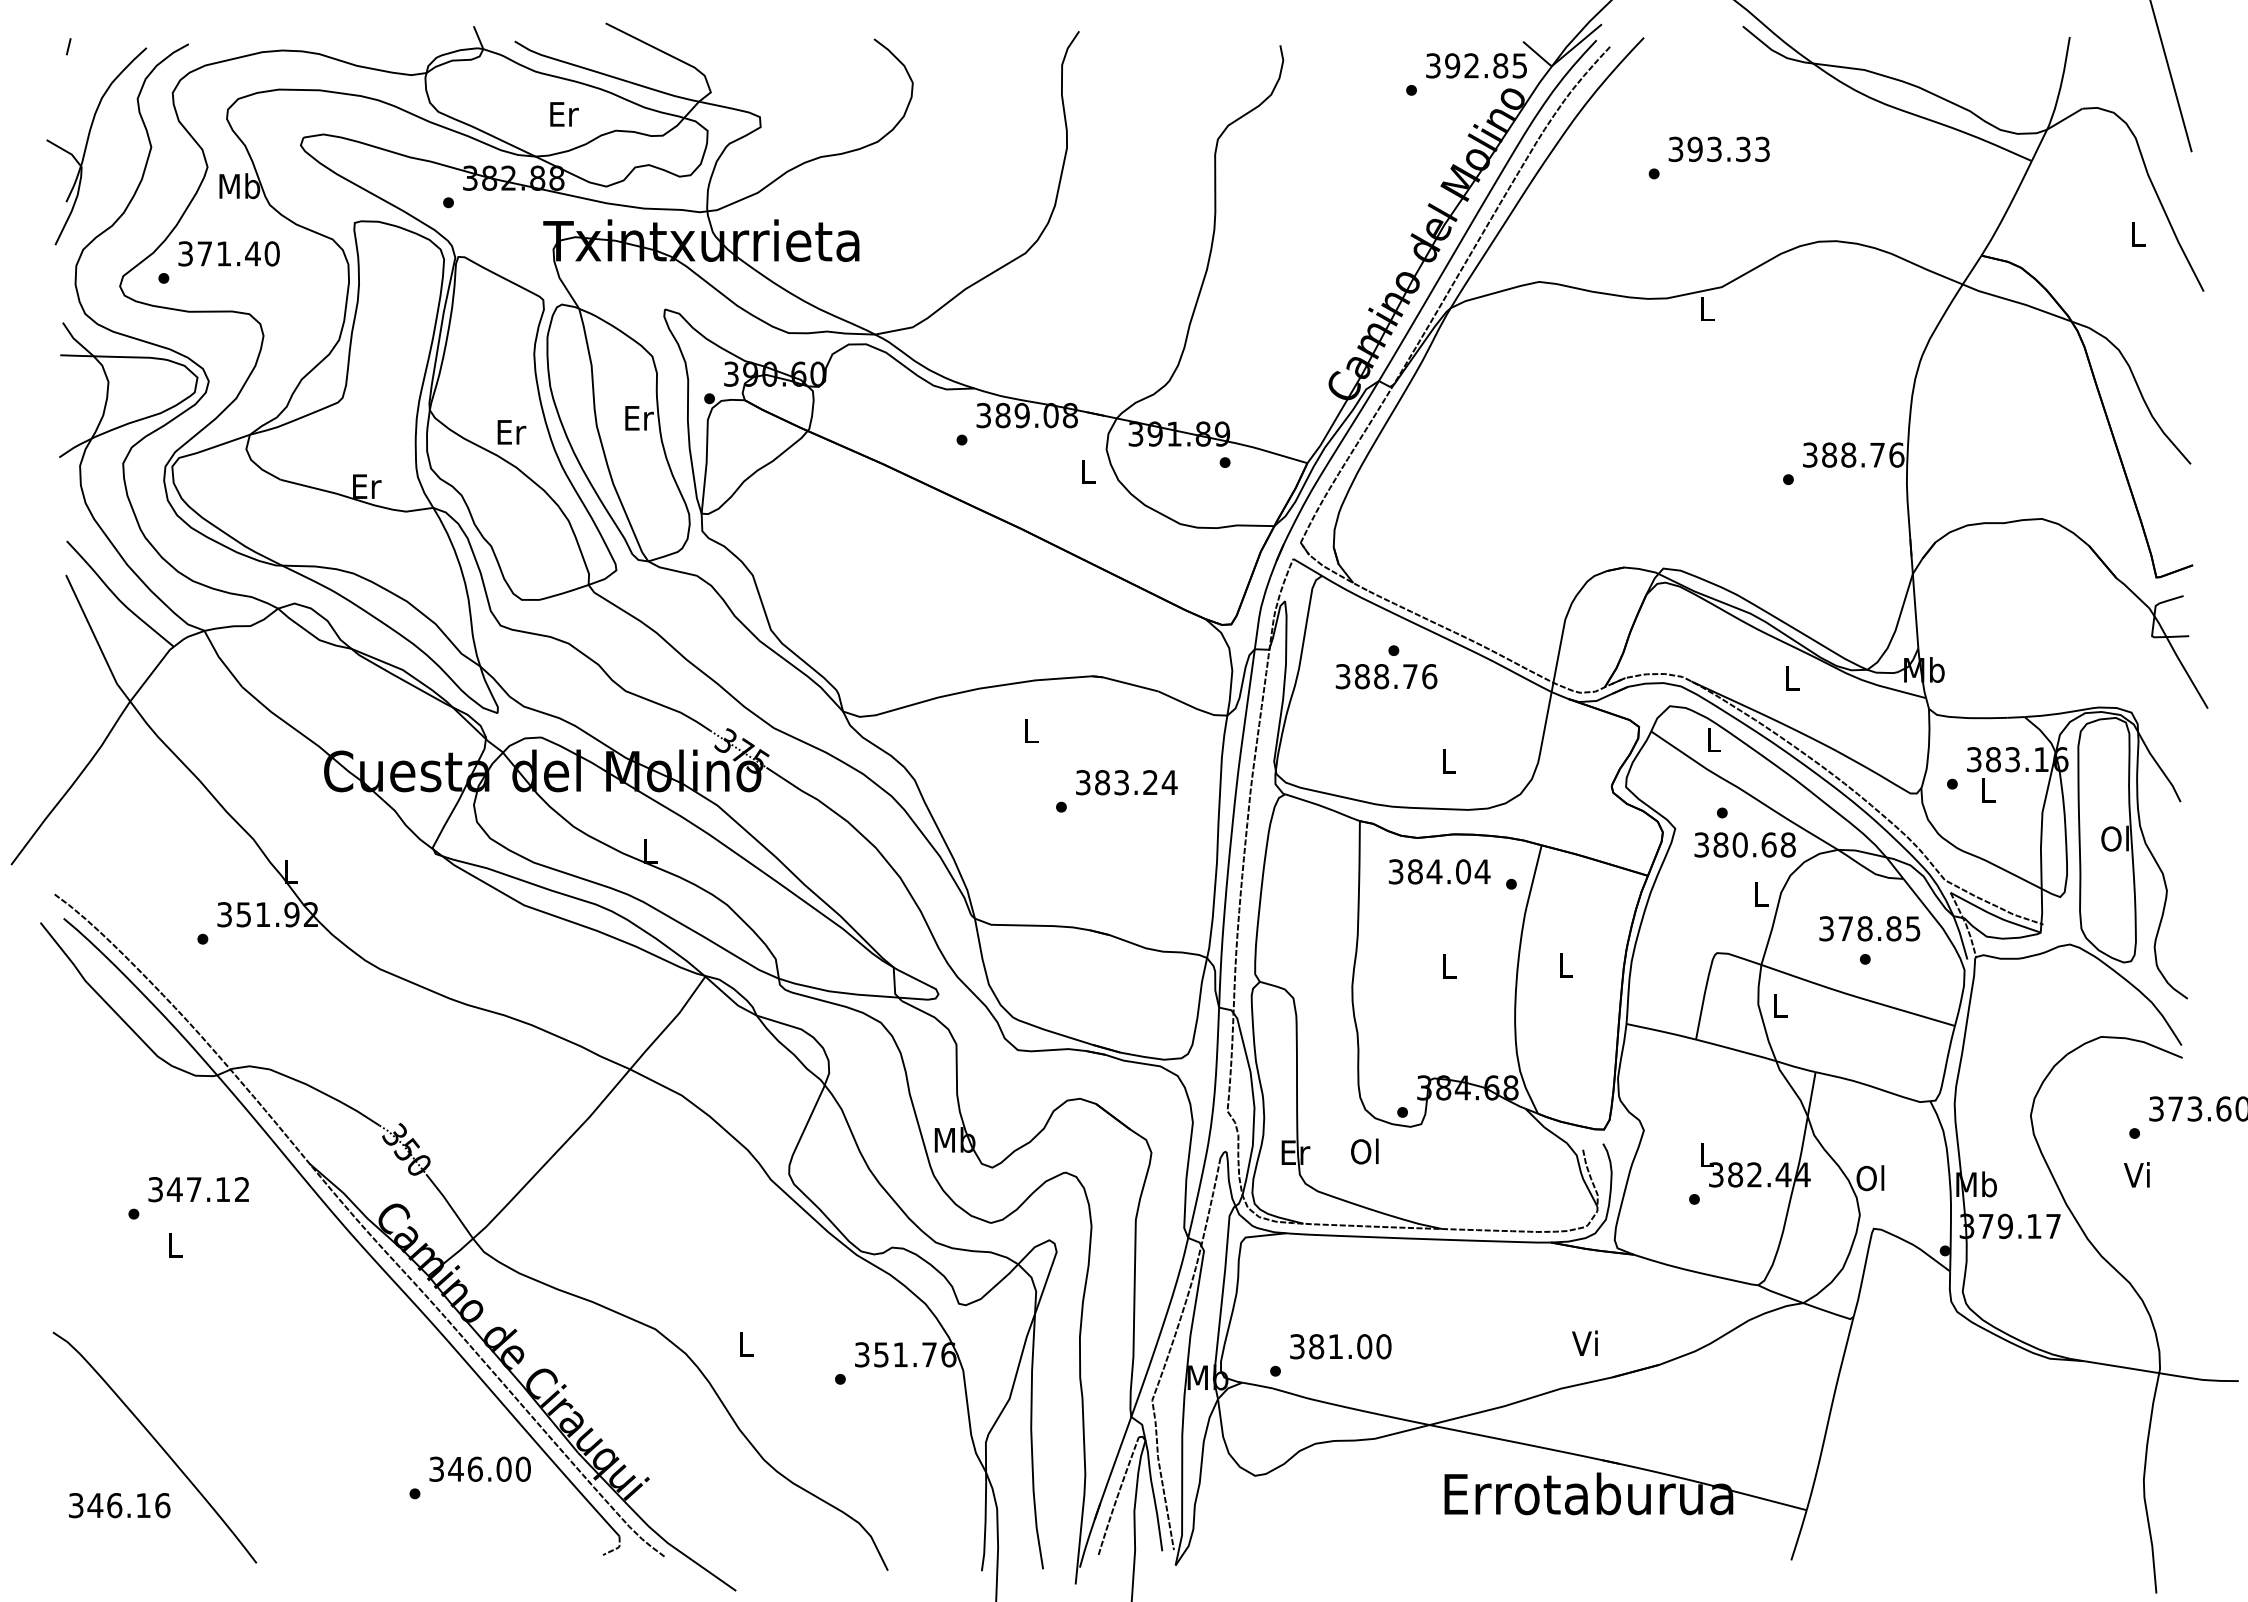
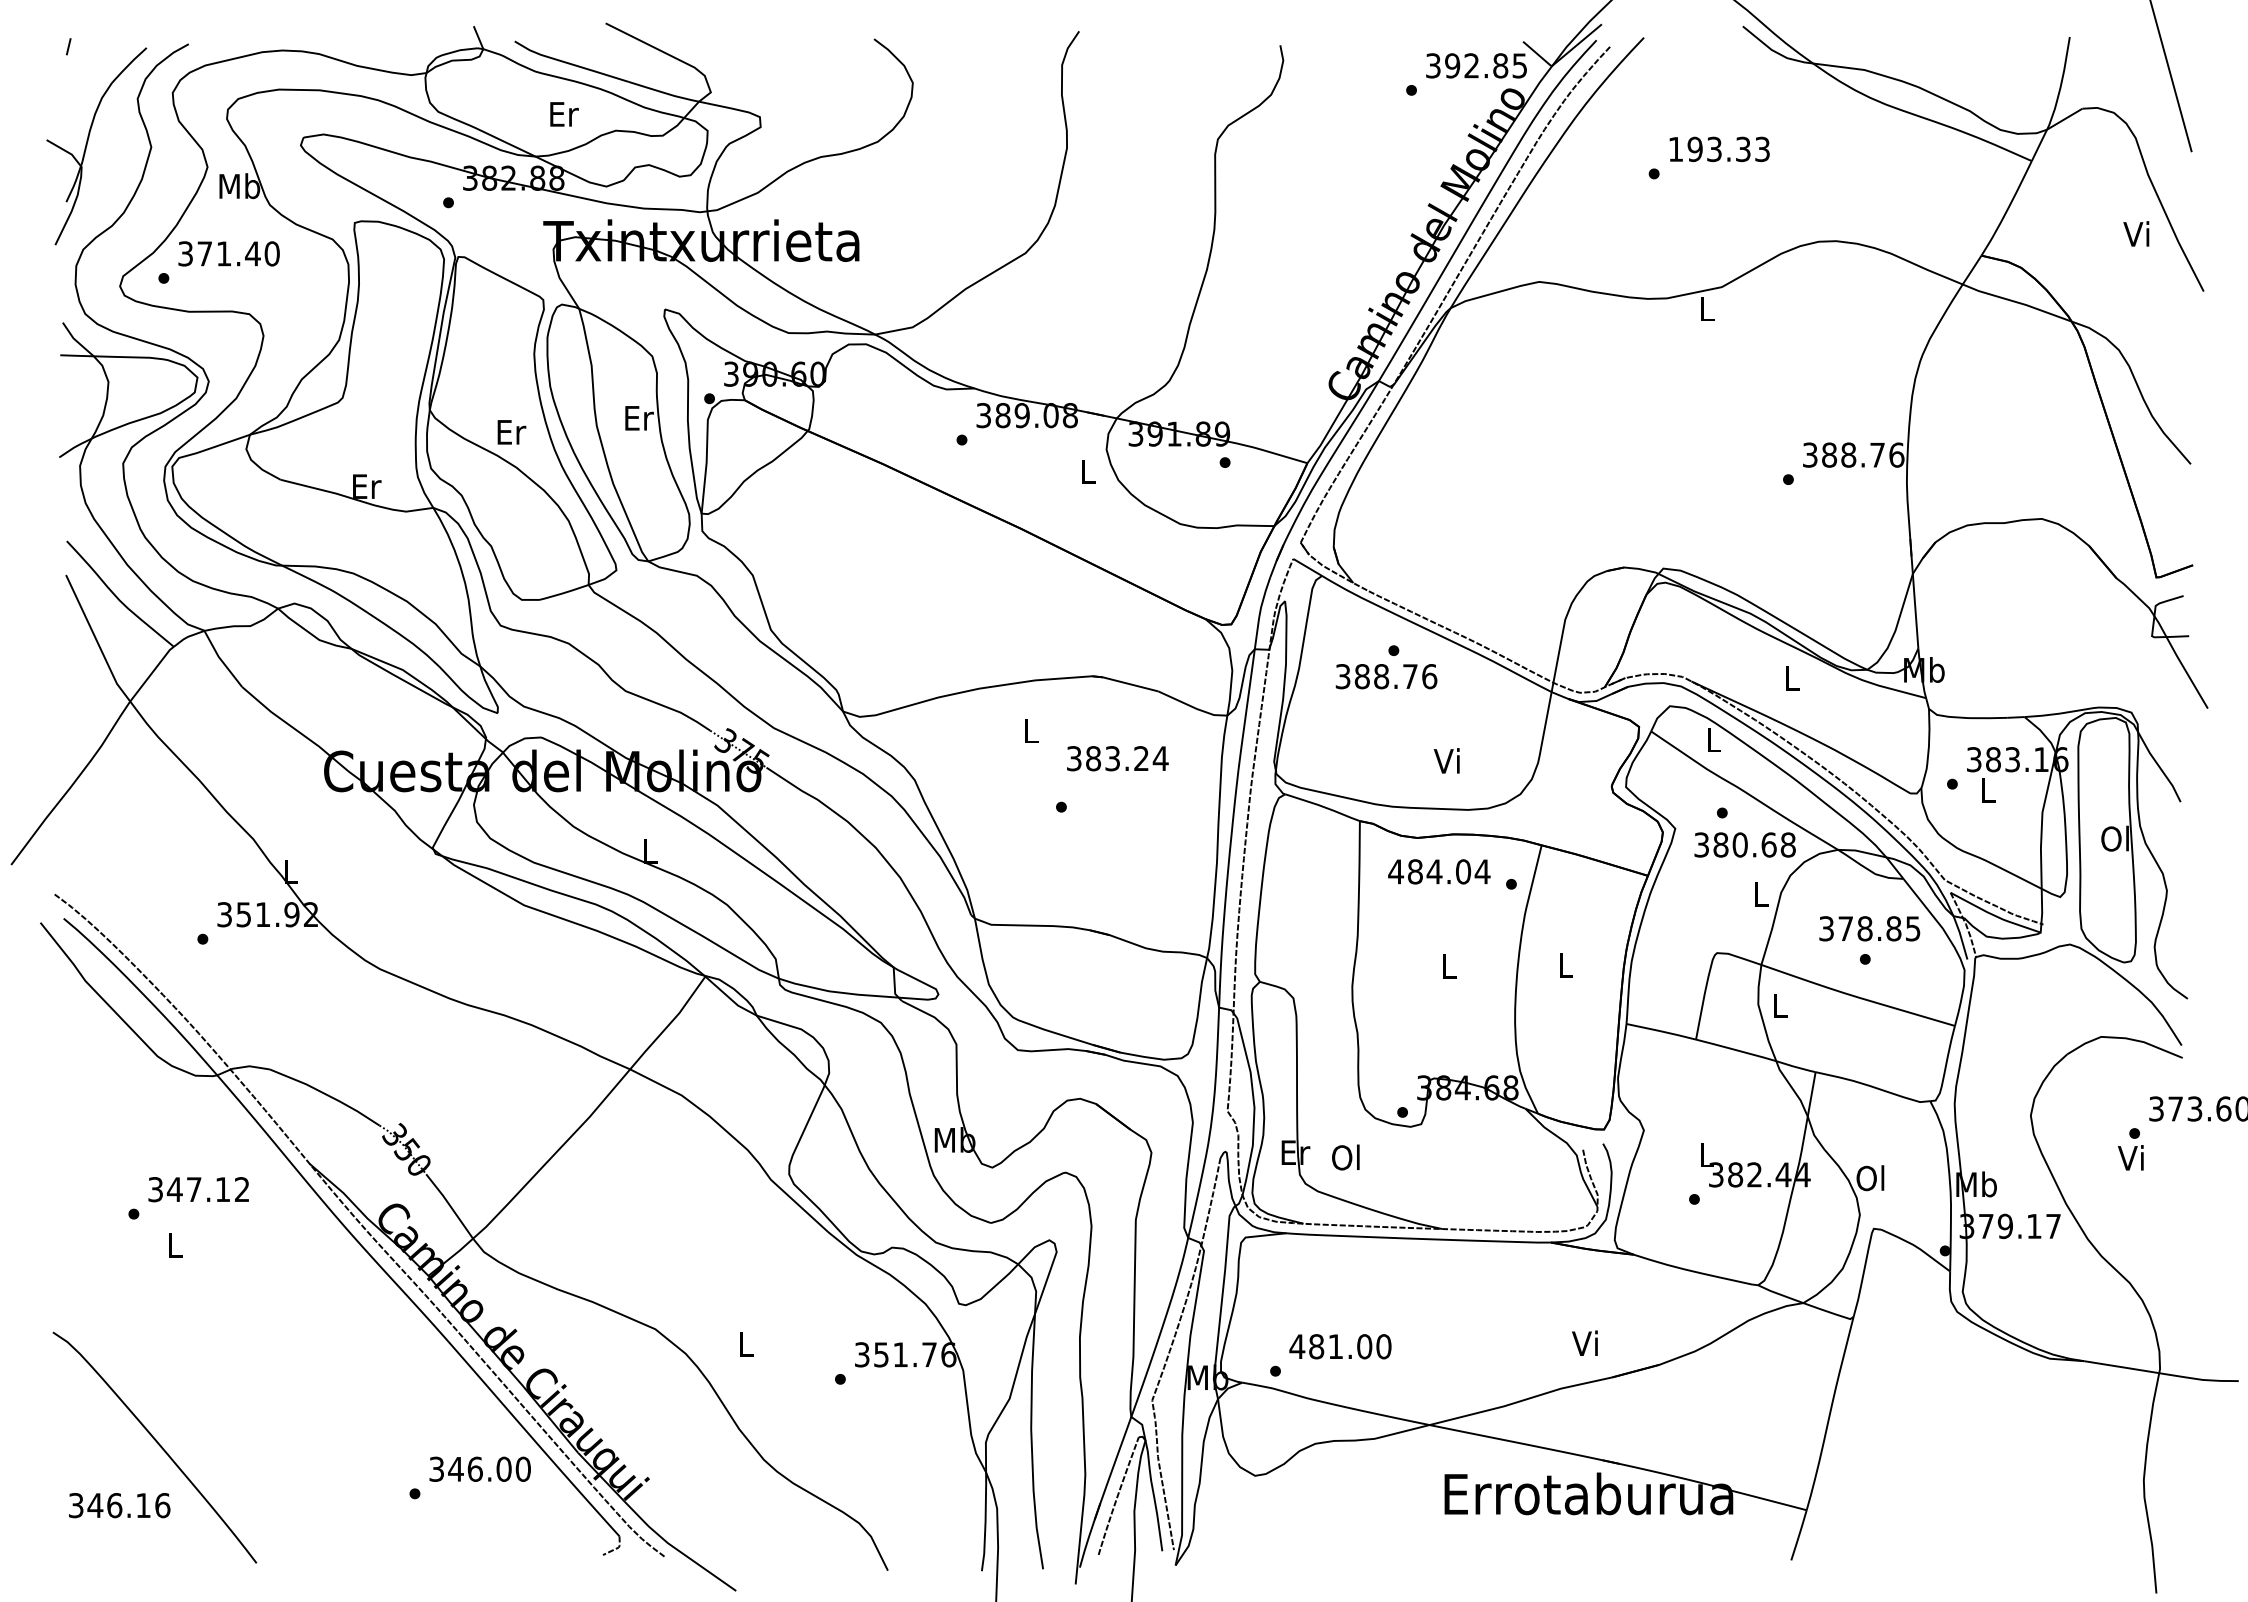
text at (1675, 149): 393.33 -> 193.33
text at (2136, 233): L -> Vi
text at (1446, 760): L -> Vi
text at (1126, 782) position: (1126, 782) -> (1117, 758)
text at (1396, 871): 384.04 -> 484.04
text at (1364, 1151) position: (1364, 1151) -> (1345, 1157)
text at (2136, 1174) position: (2136, 1174) -> (2130, 1157)
text at (1297, 1346): 381.00 -> 481.00
